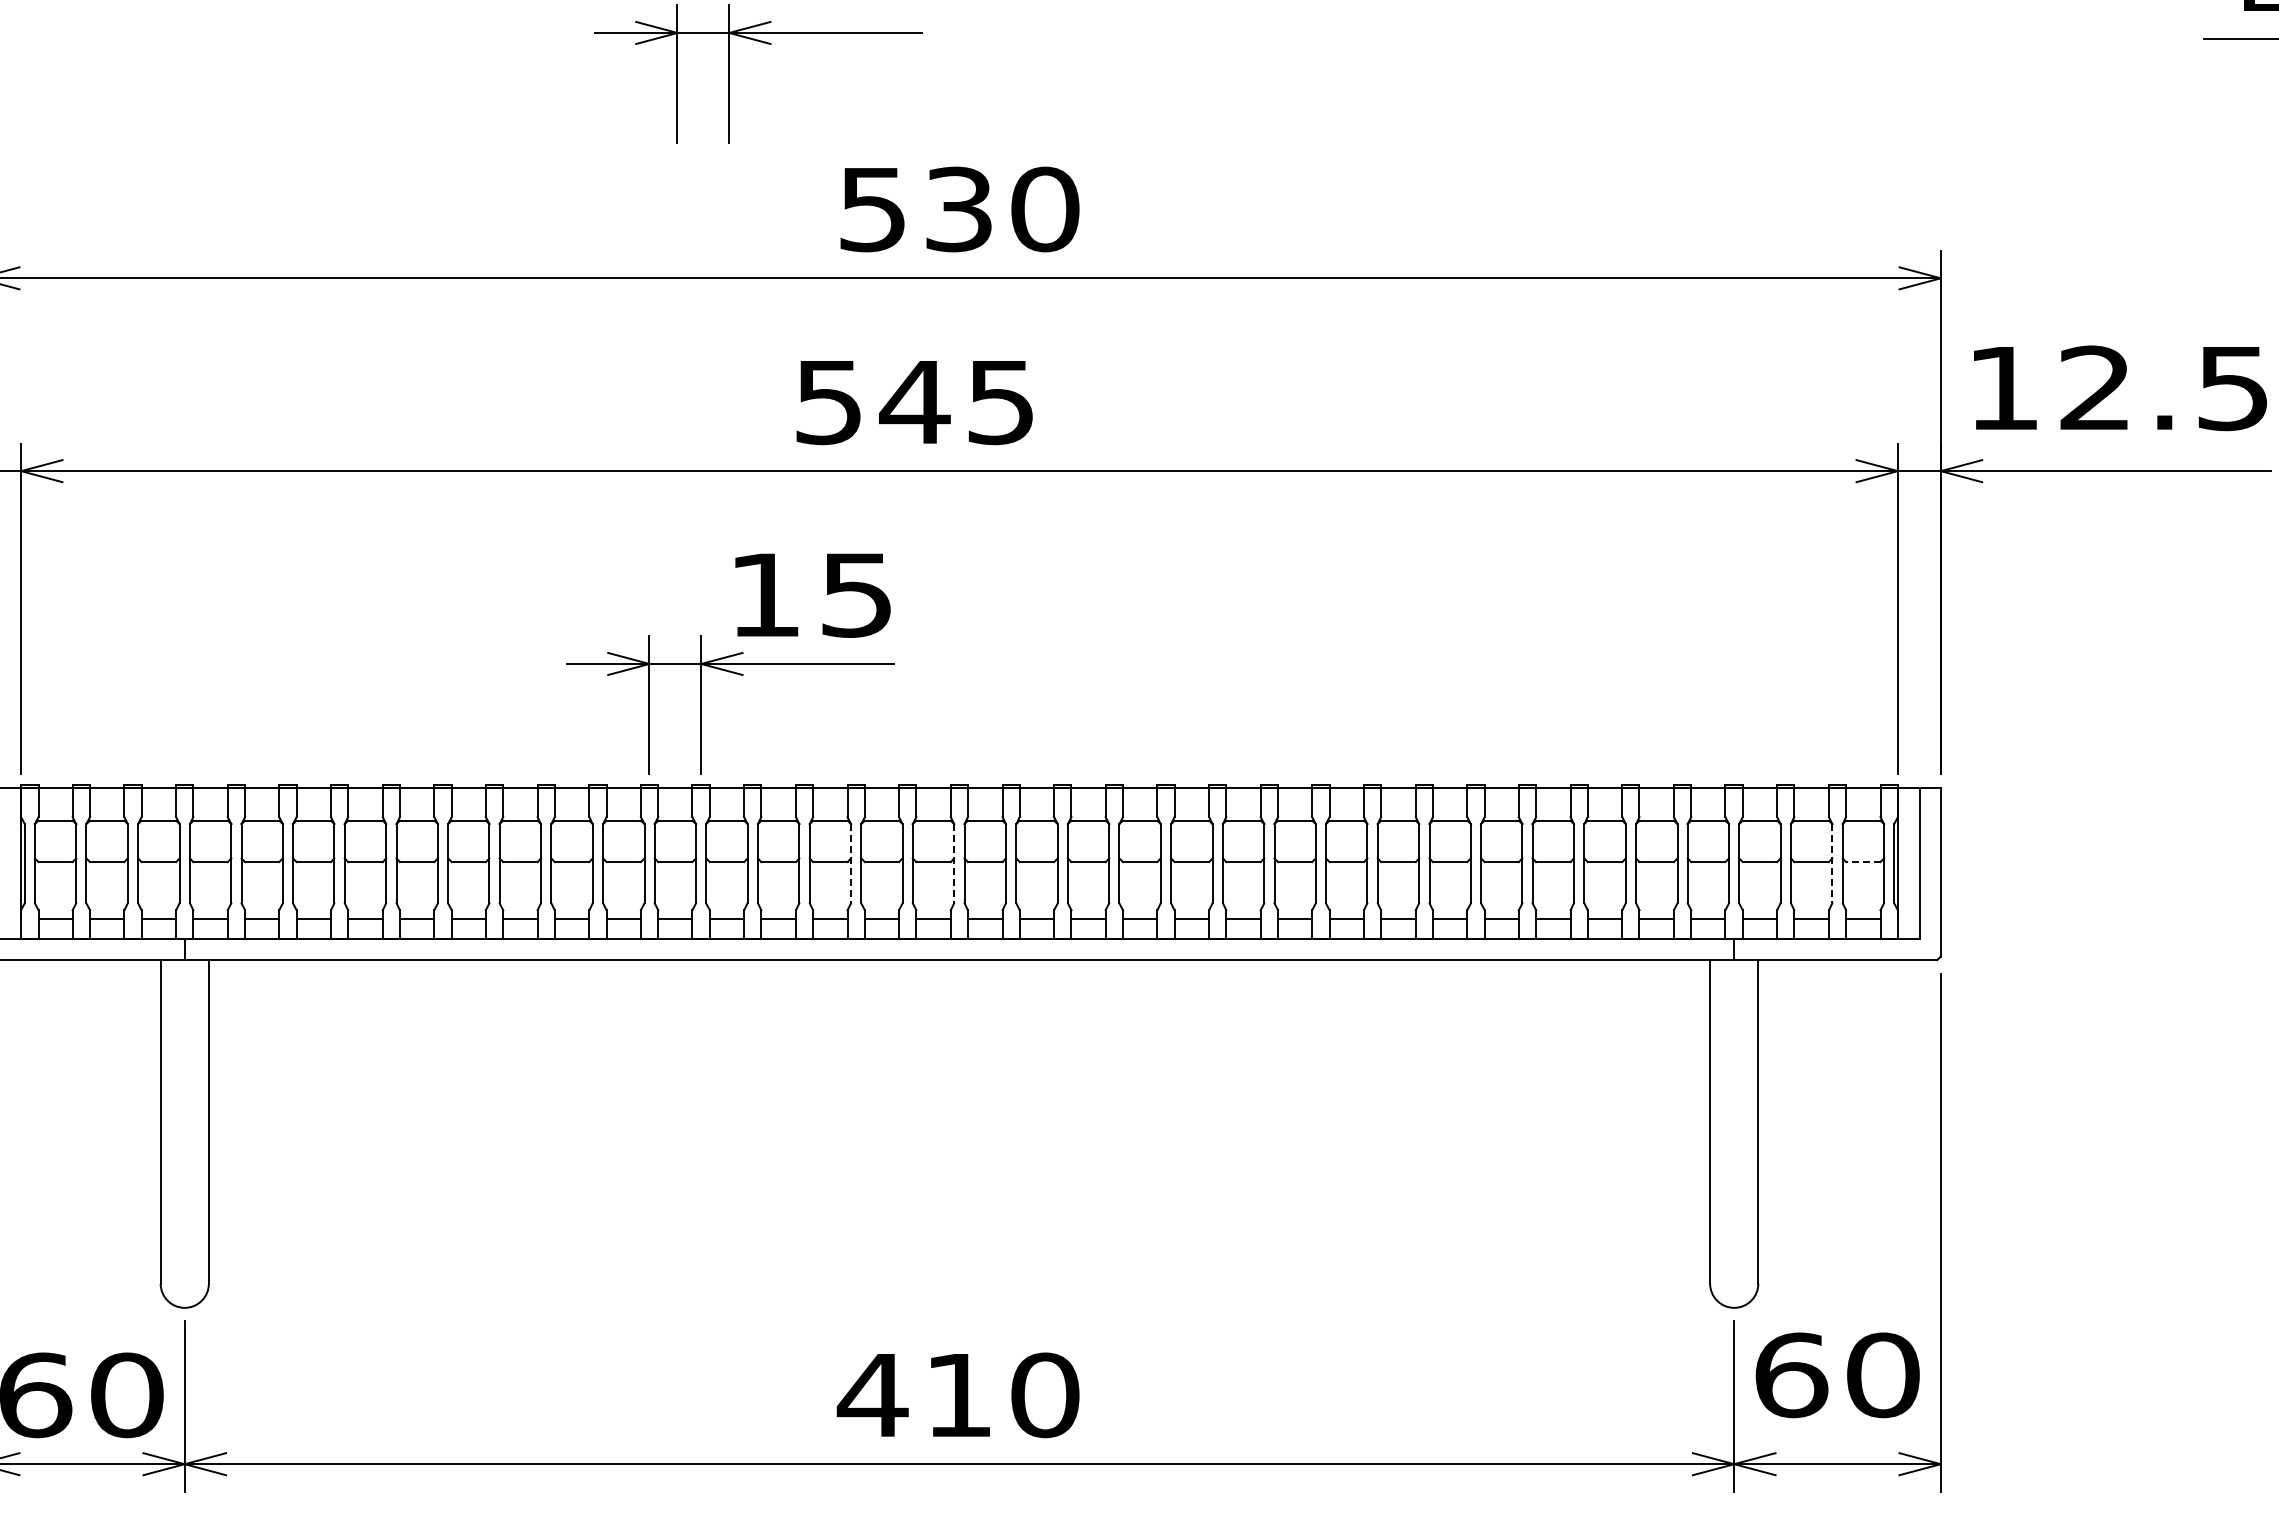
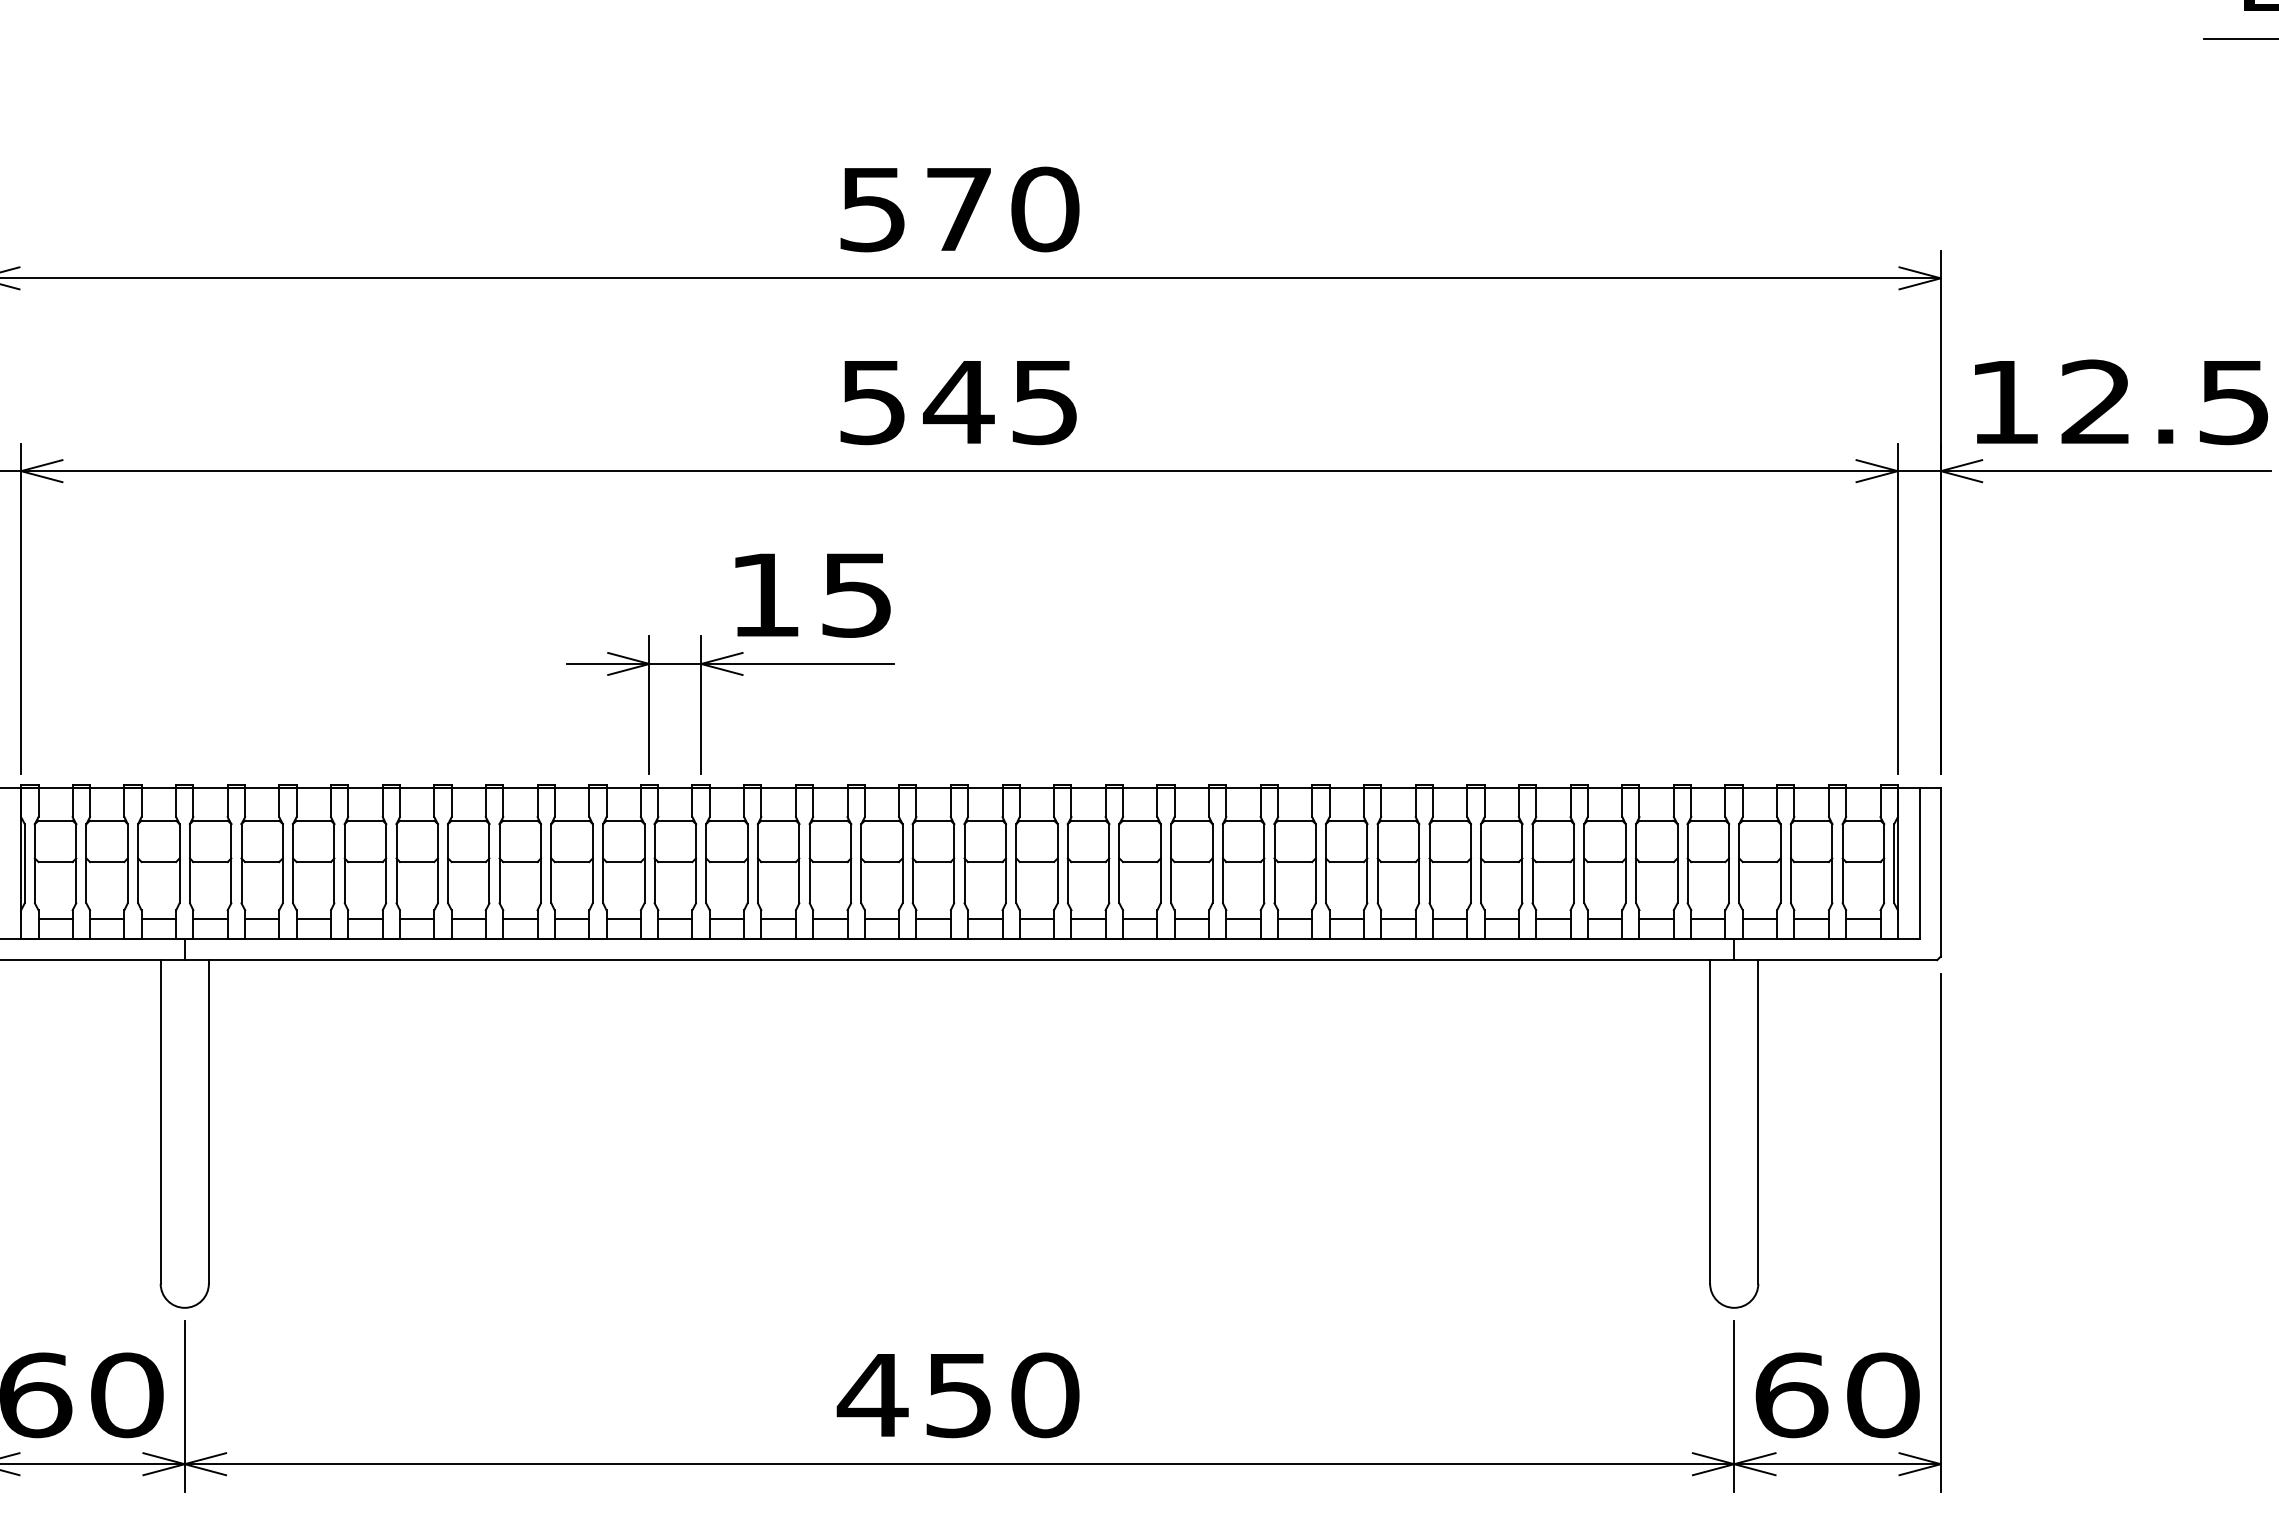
part at (729, 73): present -> none
text at (958, 209): 530 -> 570
text at (2120, 388) position: (2120, 388) -> (2121, 402)
text at (914, 403) position: (914, 403) -> (958, 403)
line at (1862, 862): dashed -> solid
line at (851, 863): dashed -> solid
line at (954, 863): dashed -> solid
line at (1832, 863): dashed -> solid
text at (1837, 1375) position: (1837, 1375) -> (1837, 1395)
text at (958, 1396): 410 -> 450
